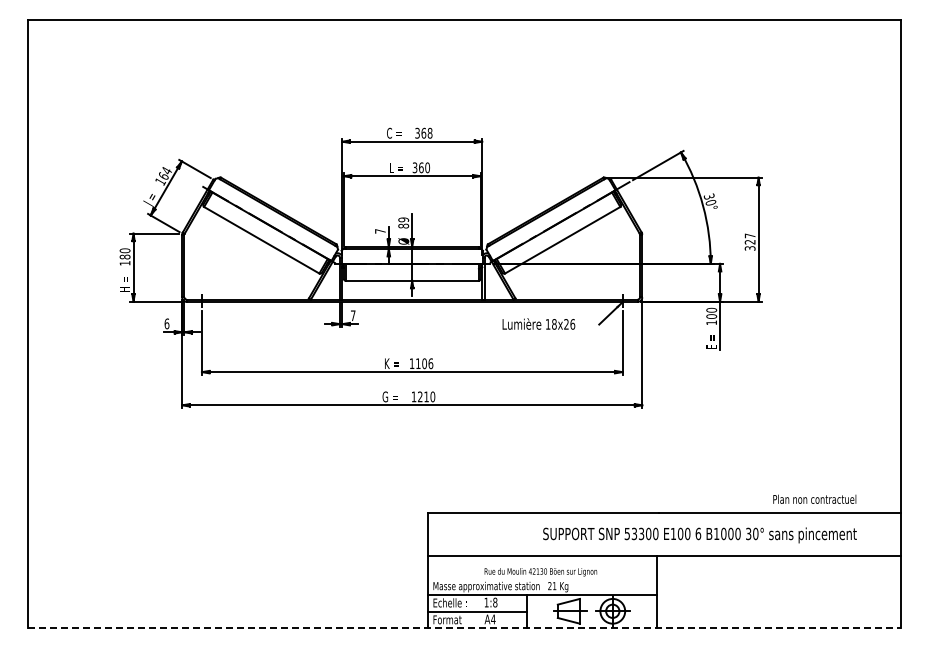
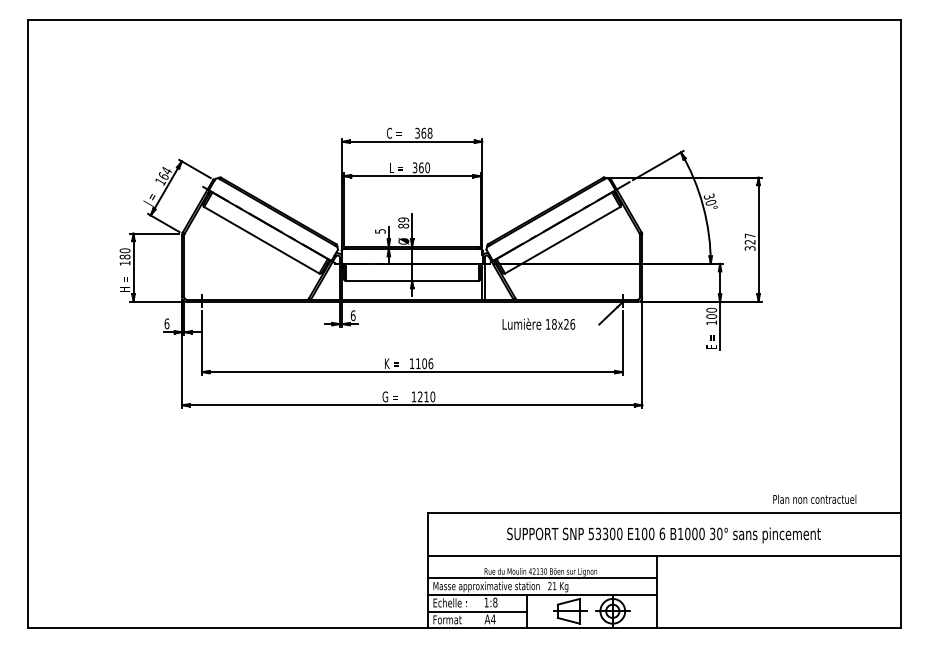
text at (380, 231): 7 -> 5
text at (352, 315): 7 -> 6
text at (699, 535) position: (699, 535) -> (663, 535)
line at (541, 578): none -> present
line at (464, 628): dashed -> solid
